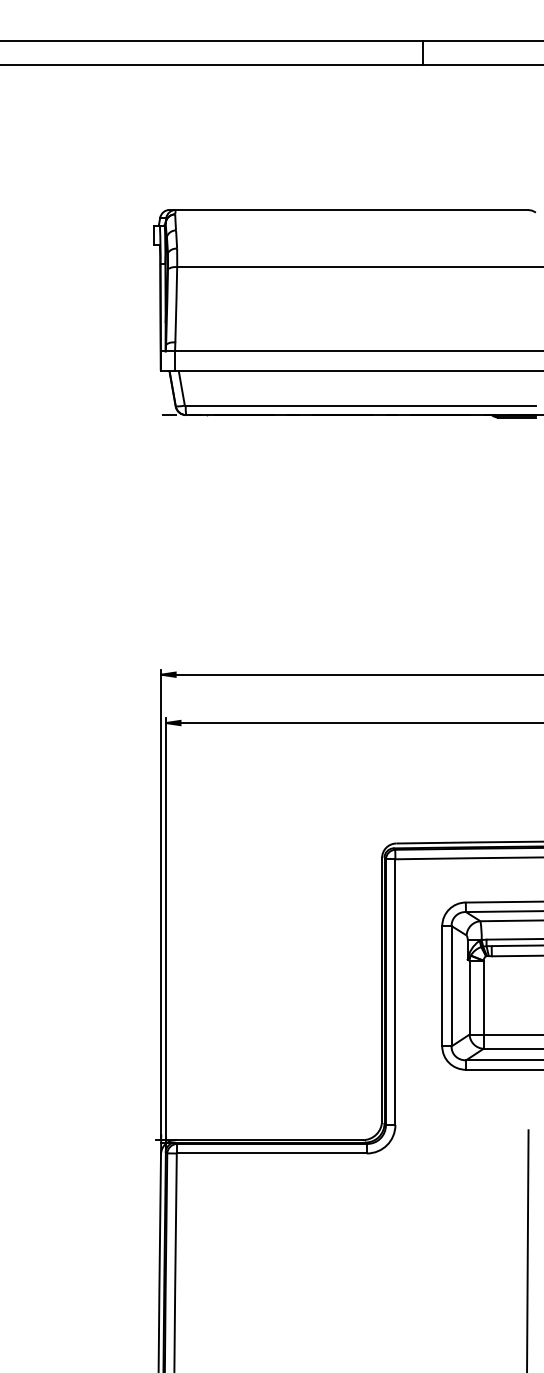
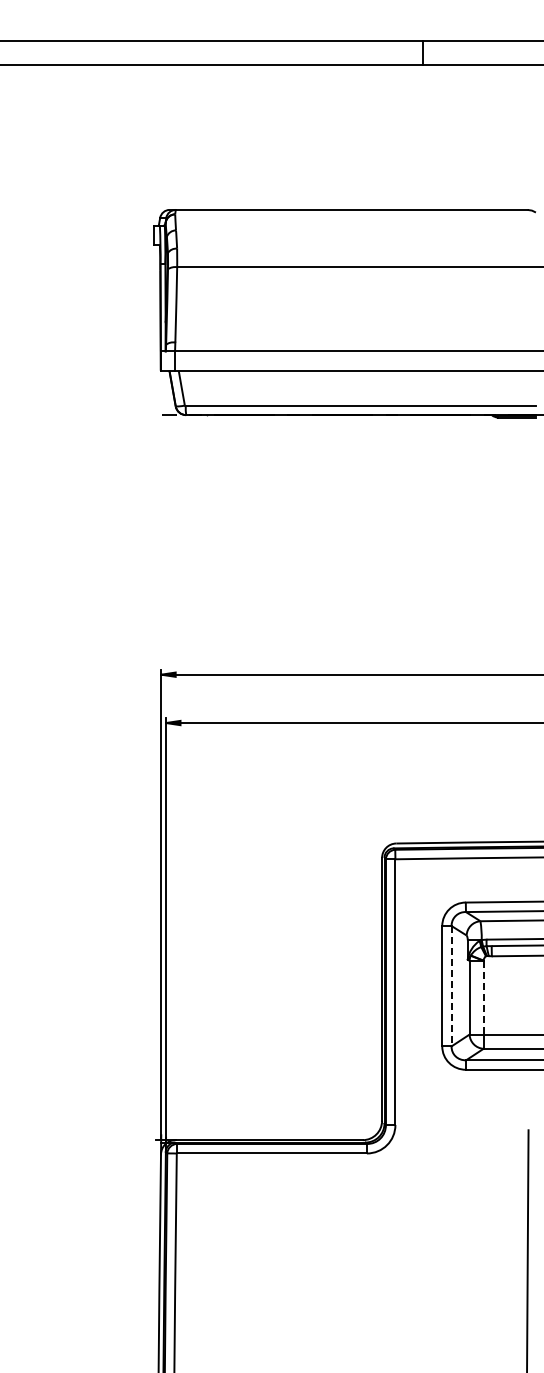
line at (451, 986): solid -> dashed
line at (483, 997): solid -> dashed
